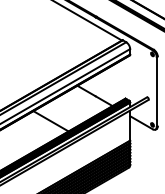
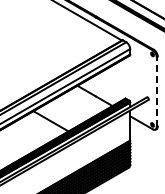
line at (156, 92): solid -> dashed
